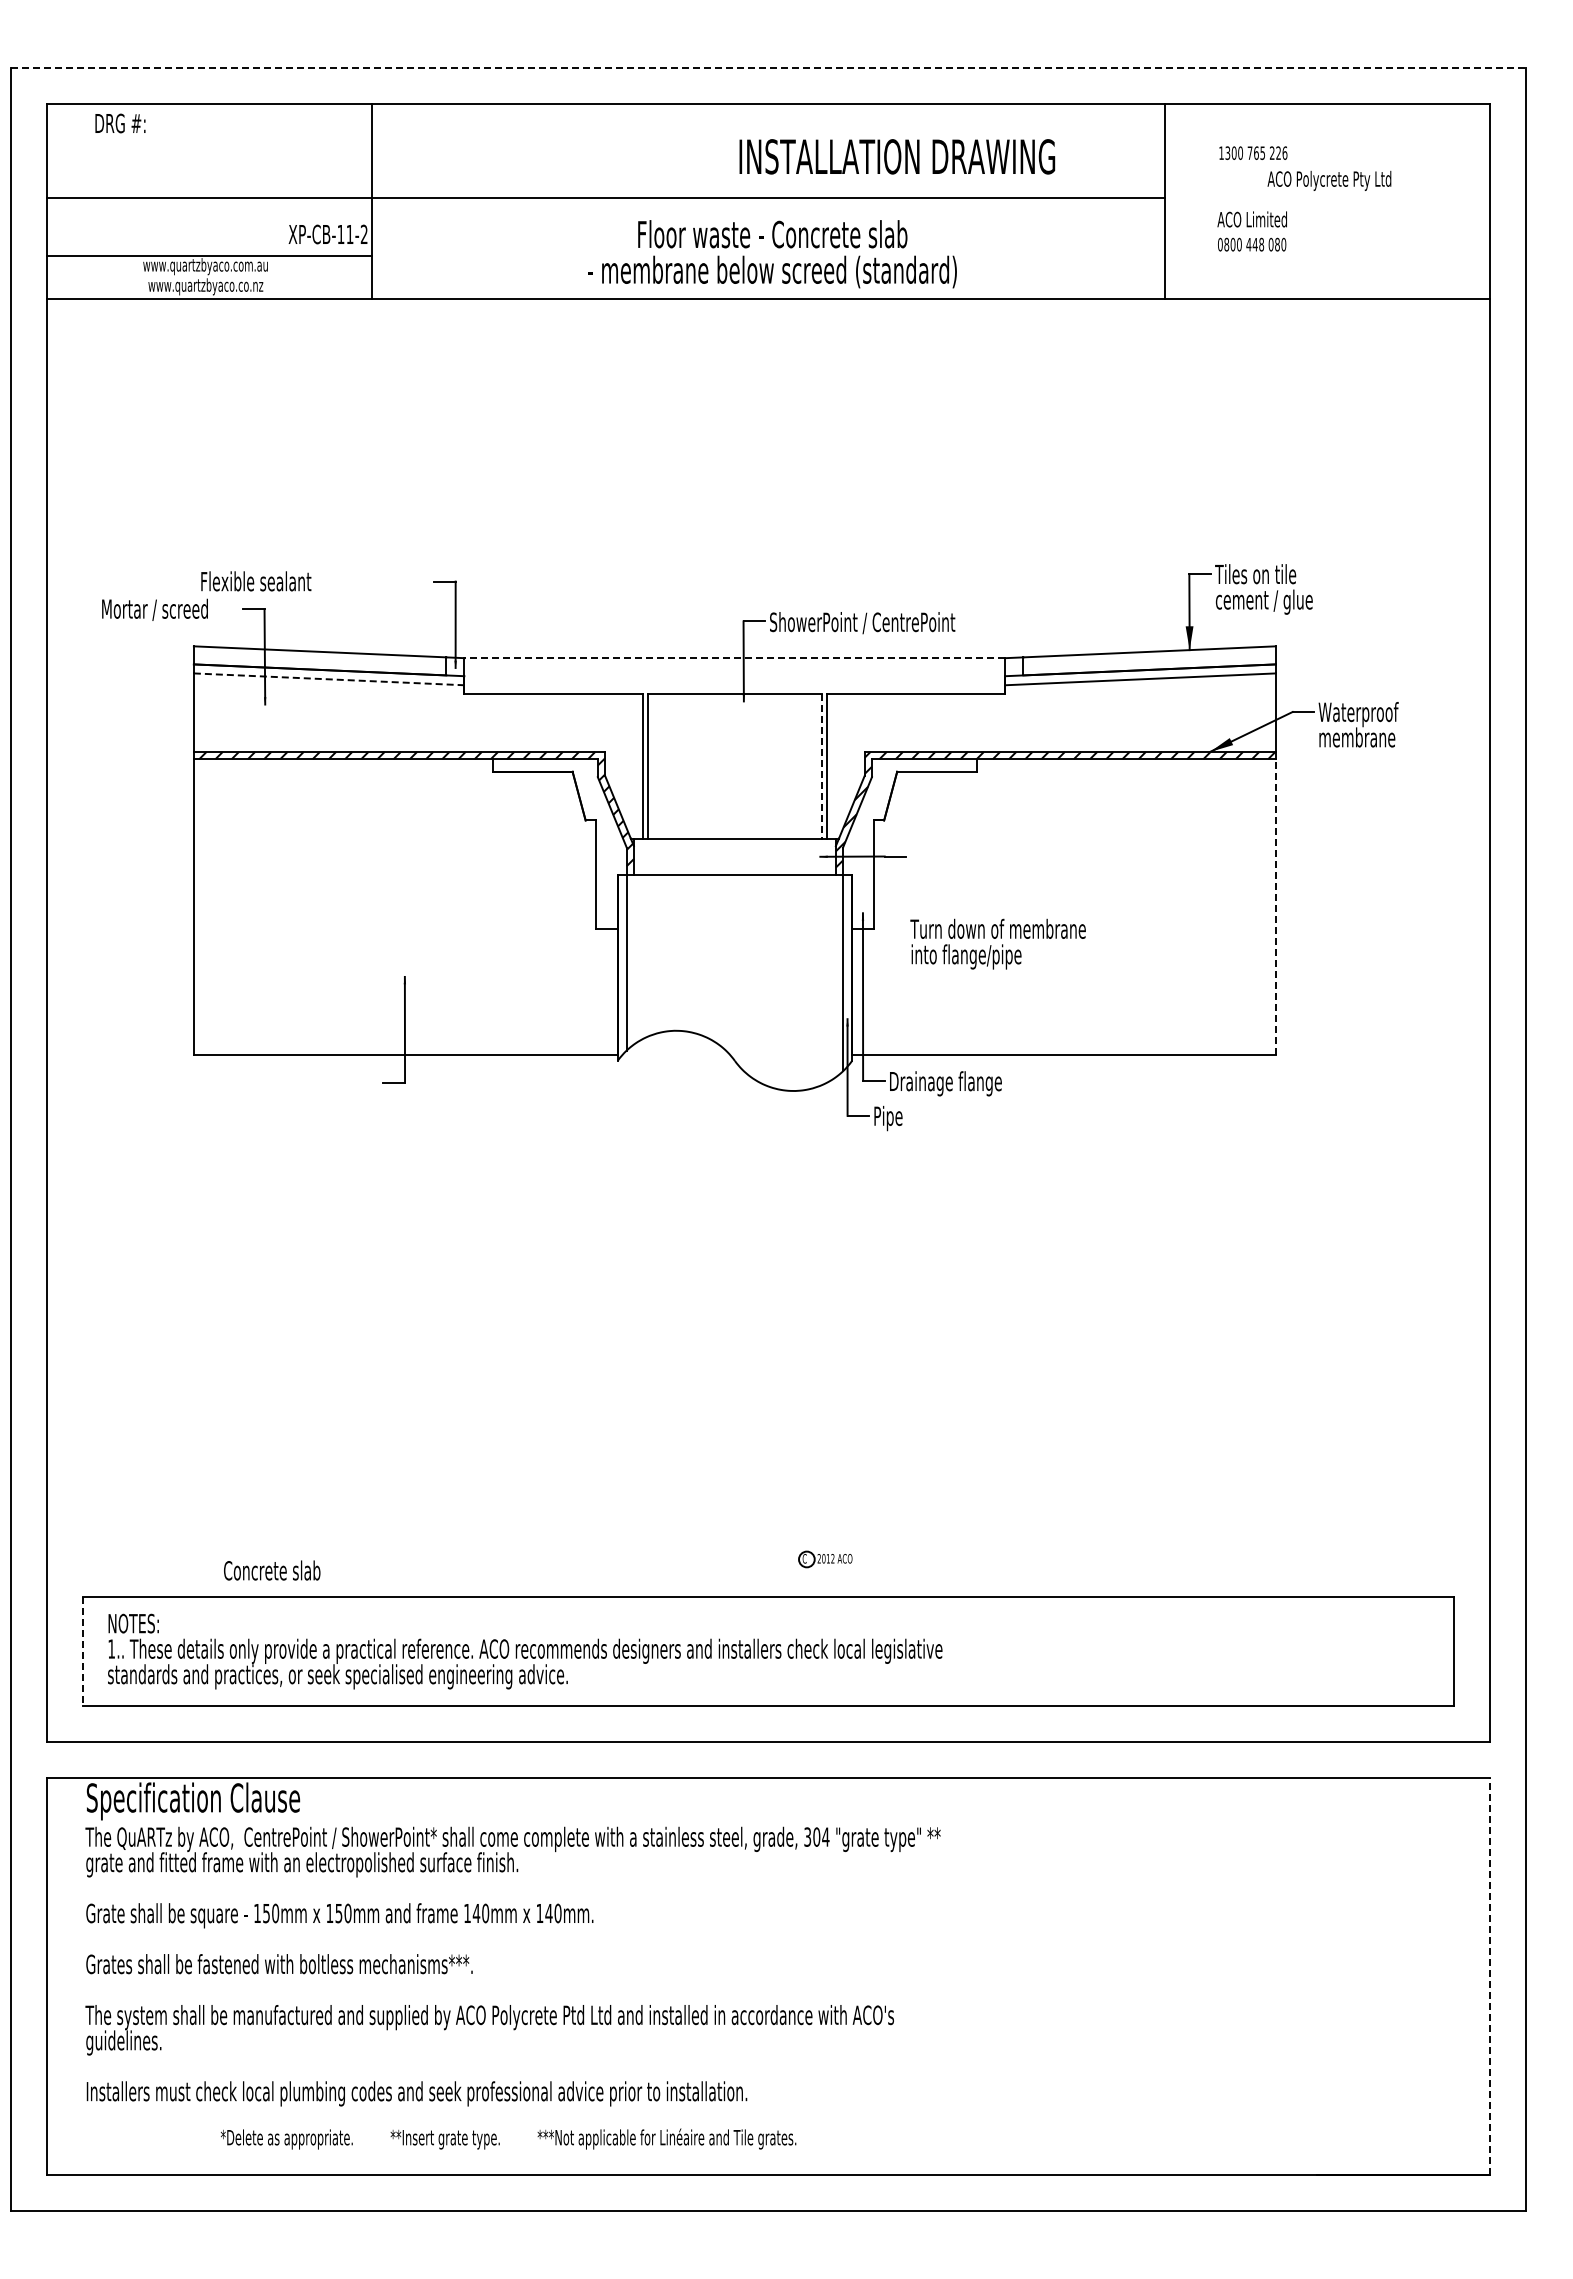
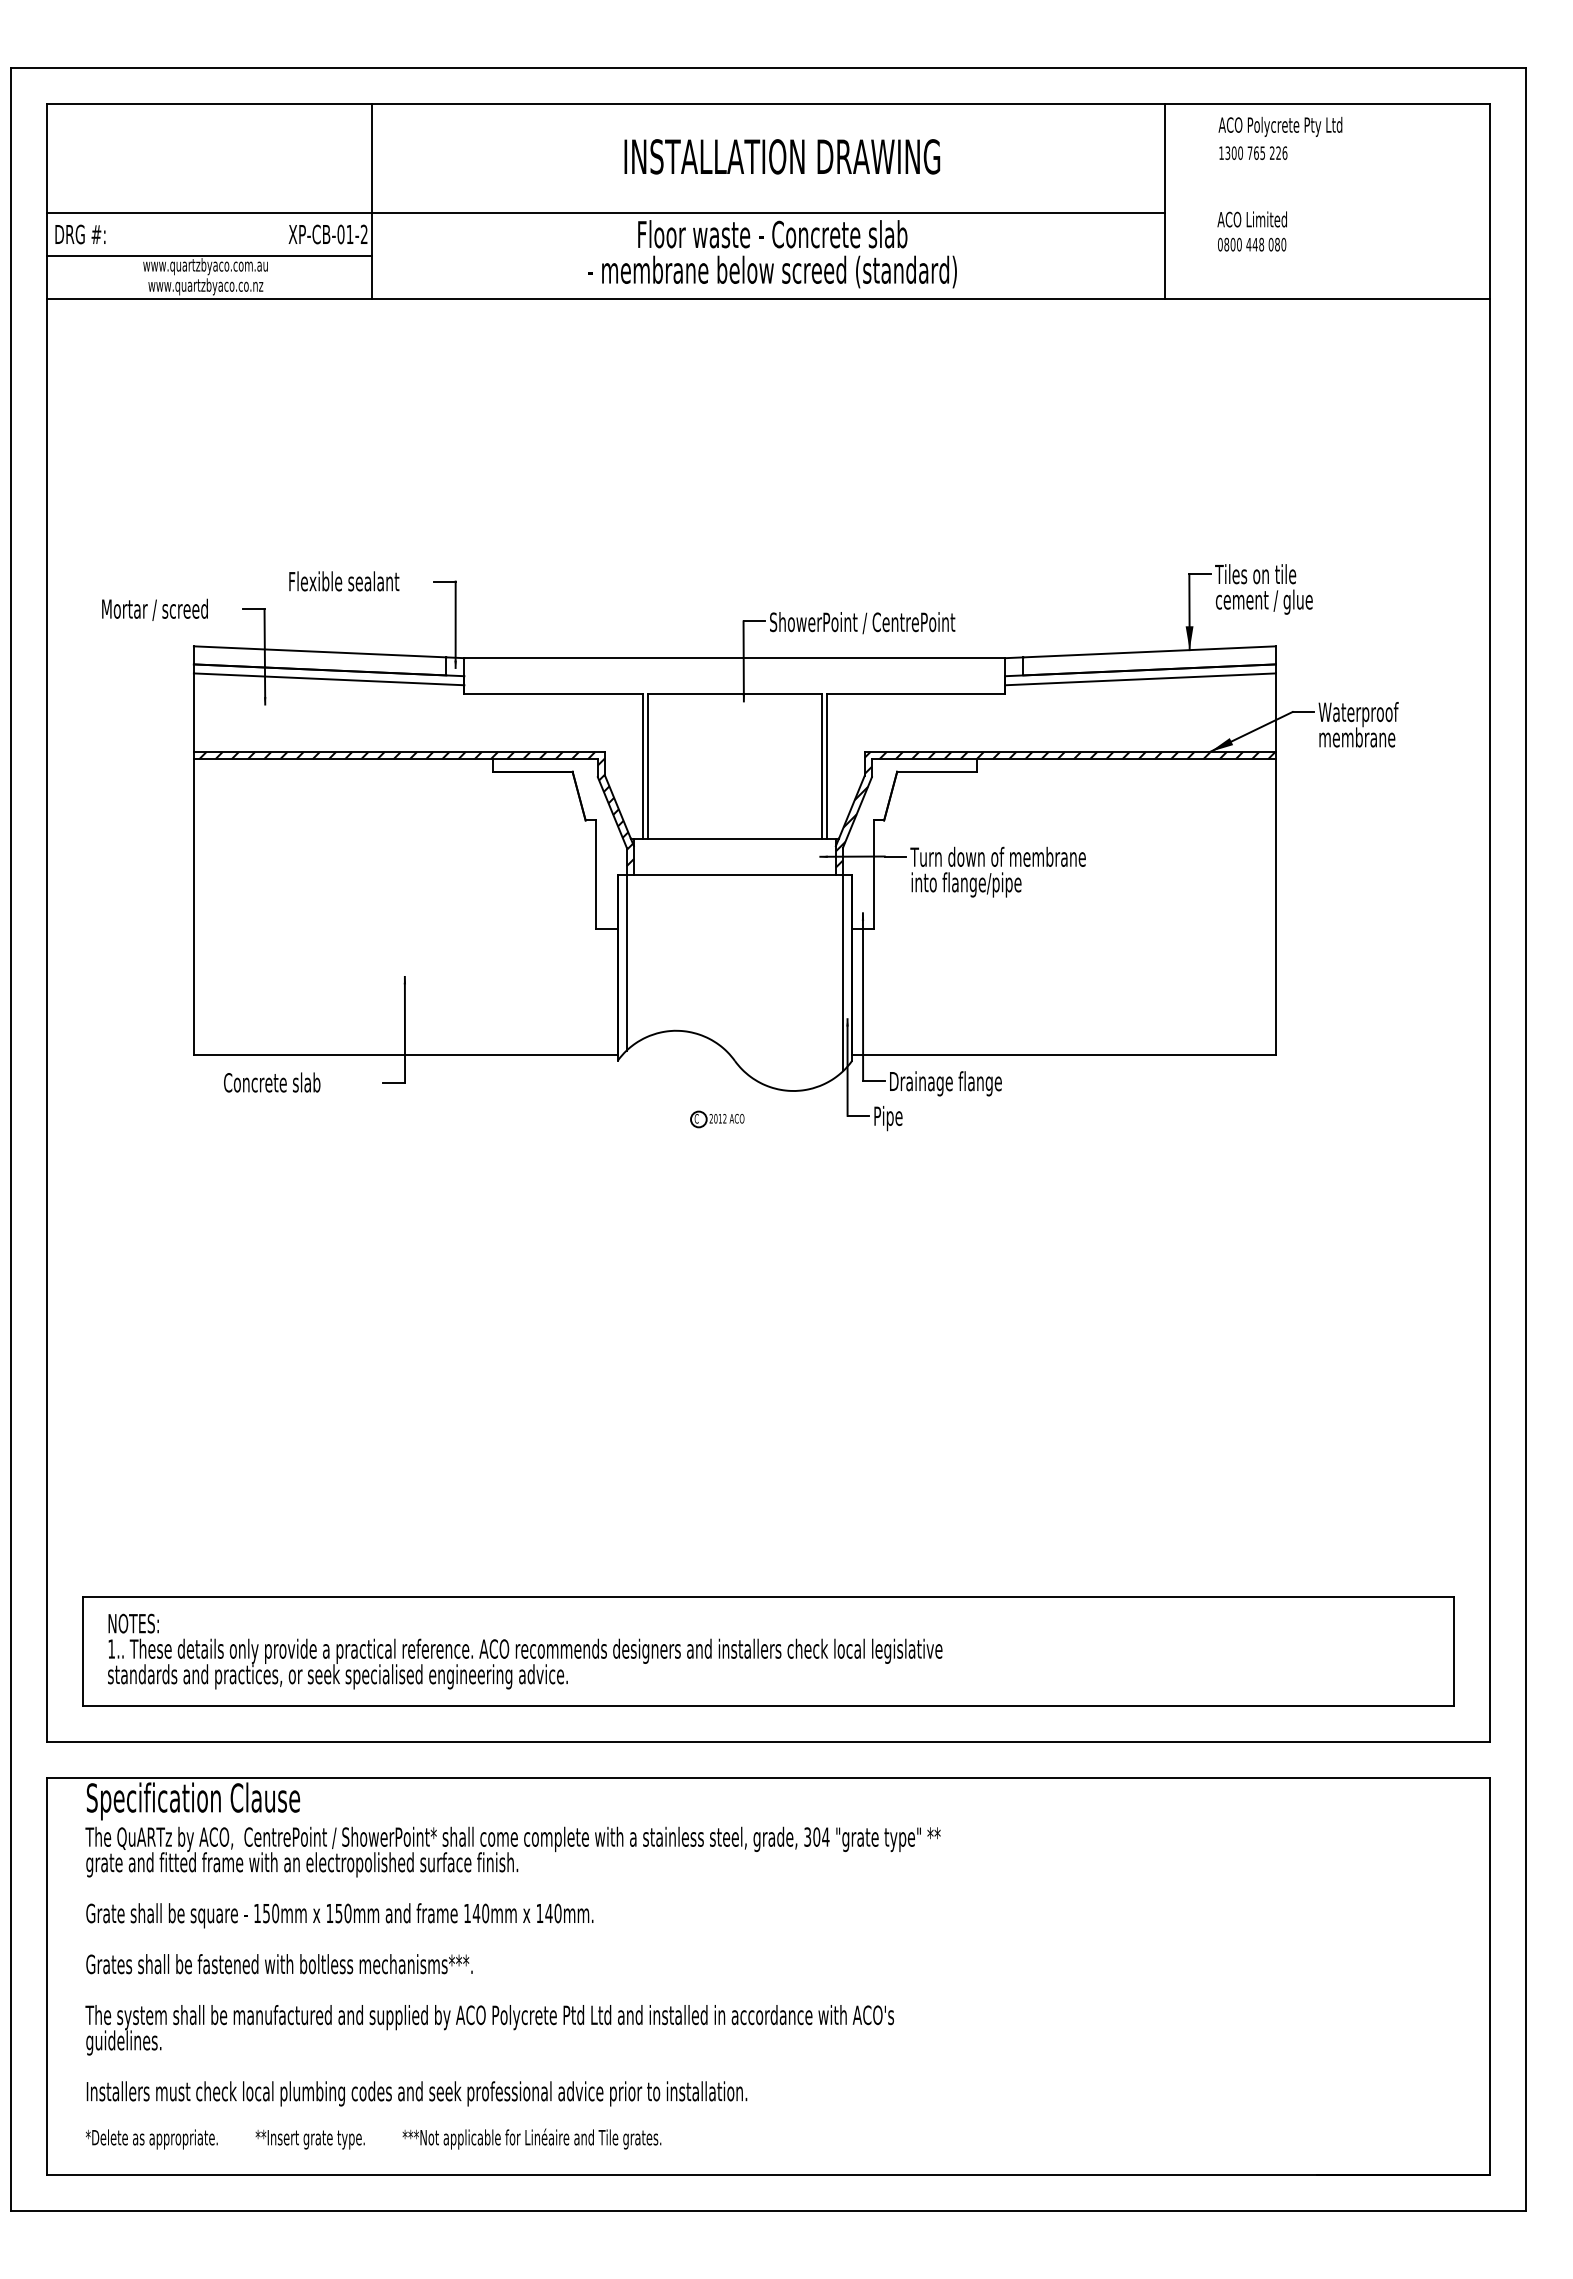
line at (768, 68): dashed -> solid
text at (120, 123) position: (120, 123) -> (80, 234)
text at (897, 156) position: (897, 156) -> (782, 156)
text at (1329, 180) position: (1329, 180) -> (1280, 126)
line at (606, 197) position: (606, 197) -> (606, 212)
text at (340, 234): XP-CB-11-2 -> XP-CB-01-2
text at (256, 581) position: (256, 581) -> (344, 581)
line at (734, 658): dashed -> solid
line at (329, 679): dashed -> solid
line at (822, 766): dashed -> solid
line at (1275, 907): dashed -> solid
text at (997, 943) position: (997, 943) -> (997, 871)
part at (825, 1559) position: (825, 1559) -> (717, 1119)
text at (272, 1570) position: (272, 1570) -> (272, 1082)
line at (83, 1652): dashed -> solid
line at (1489, 1975): dashed -> solid
text at (508, 2138) position: (508, 2138) -> (373, 2138)
